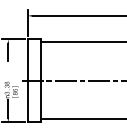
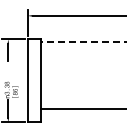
line at (83, 42): solid -> dashed
line at (72, 80): present -> none
line at (81, 119) position: (81, 119) -> (81, 109)
